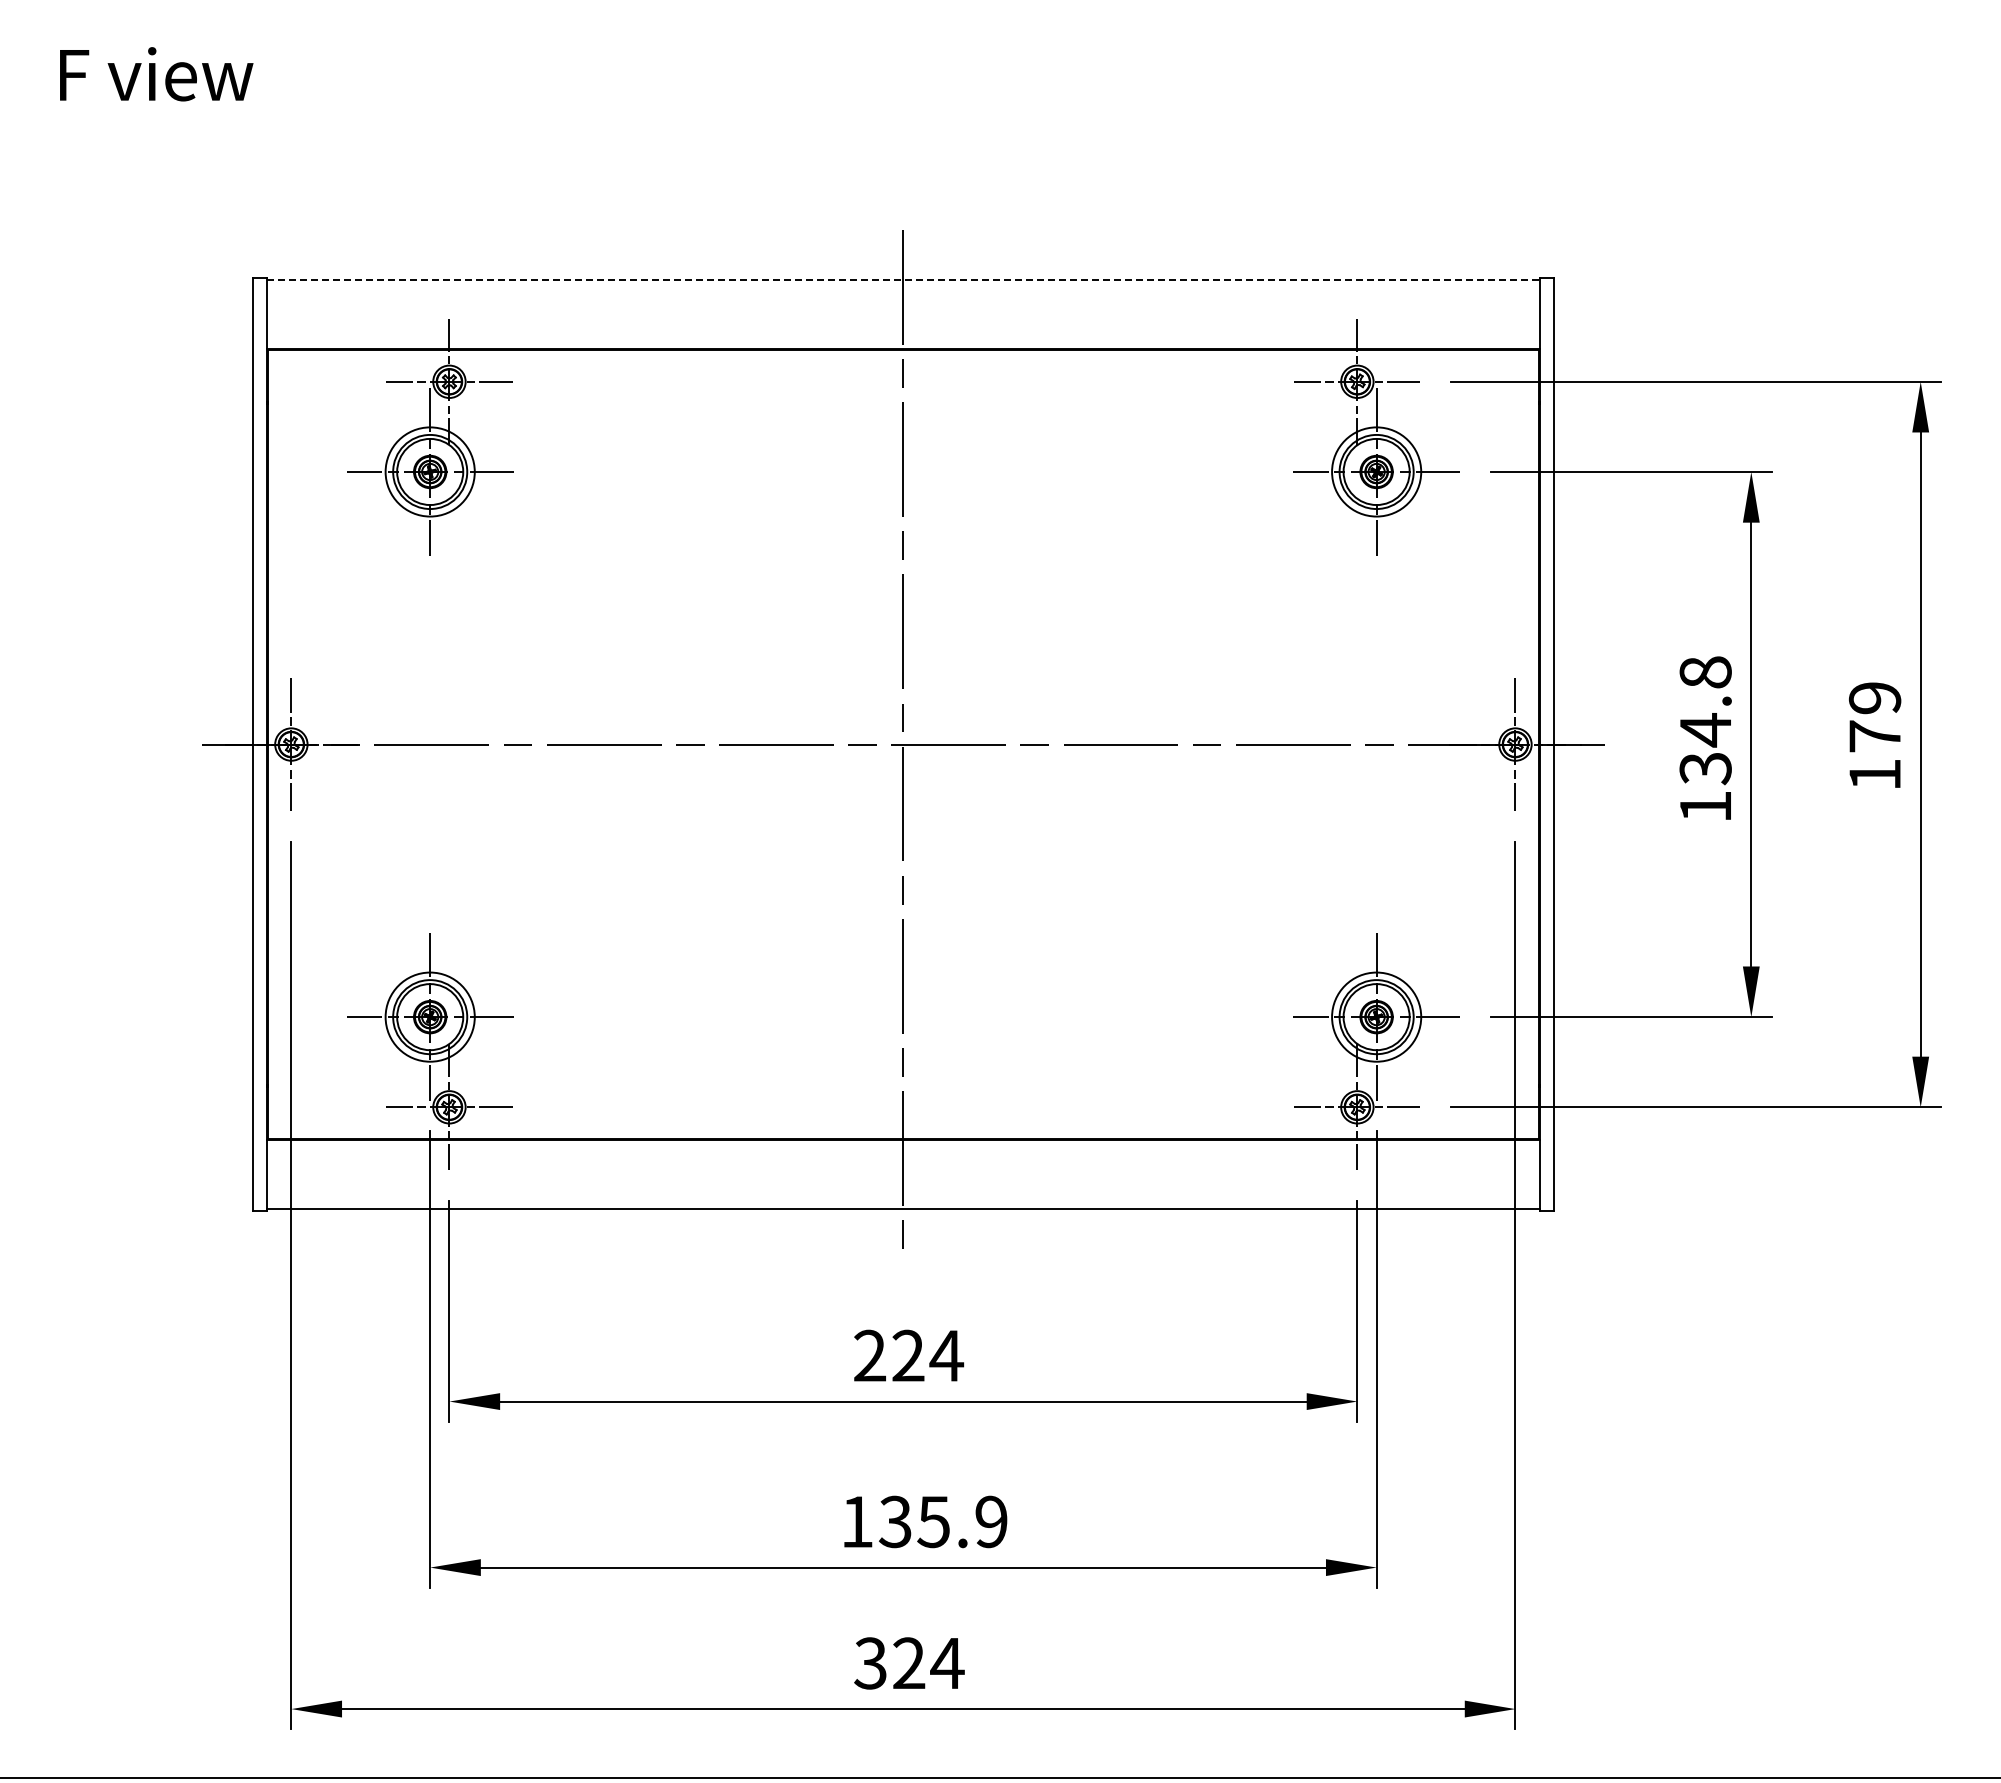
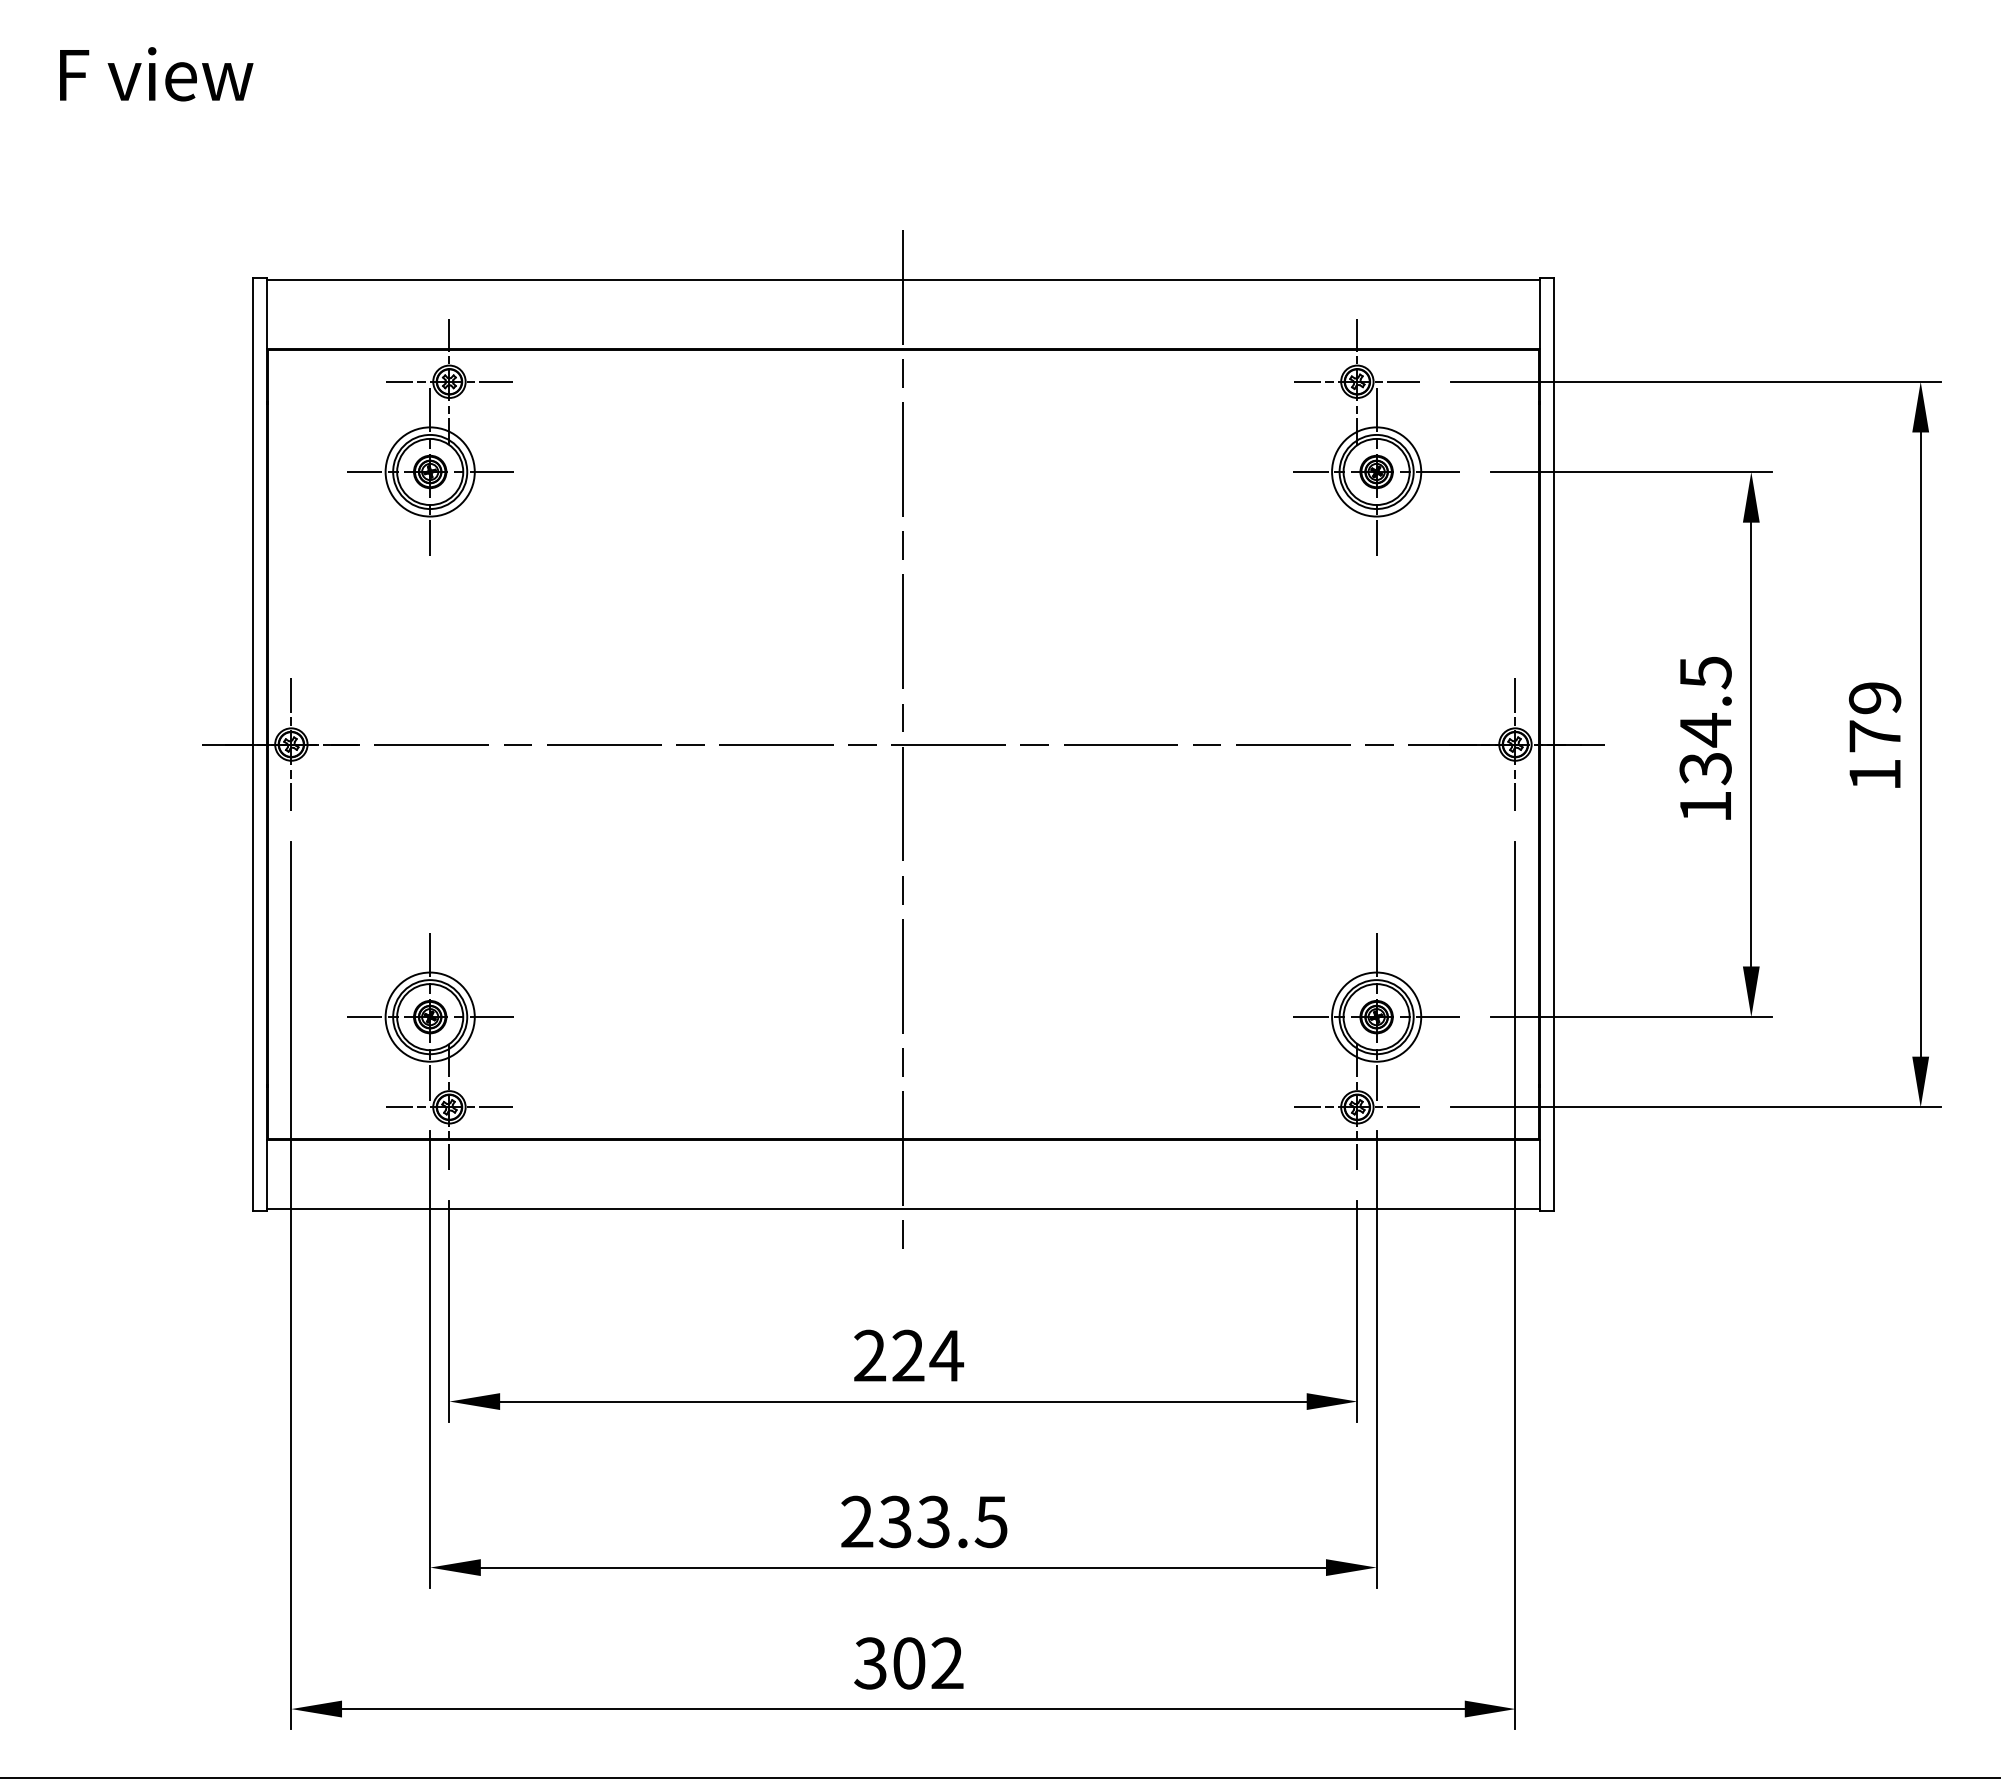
line at (903, 280): dashed -> solid
text at (1705, 672): 134.8 -> 134.5
text at (924, 1521): 135.9 -> 233.5
text at (928, 1663): 324 -> 302
